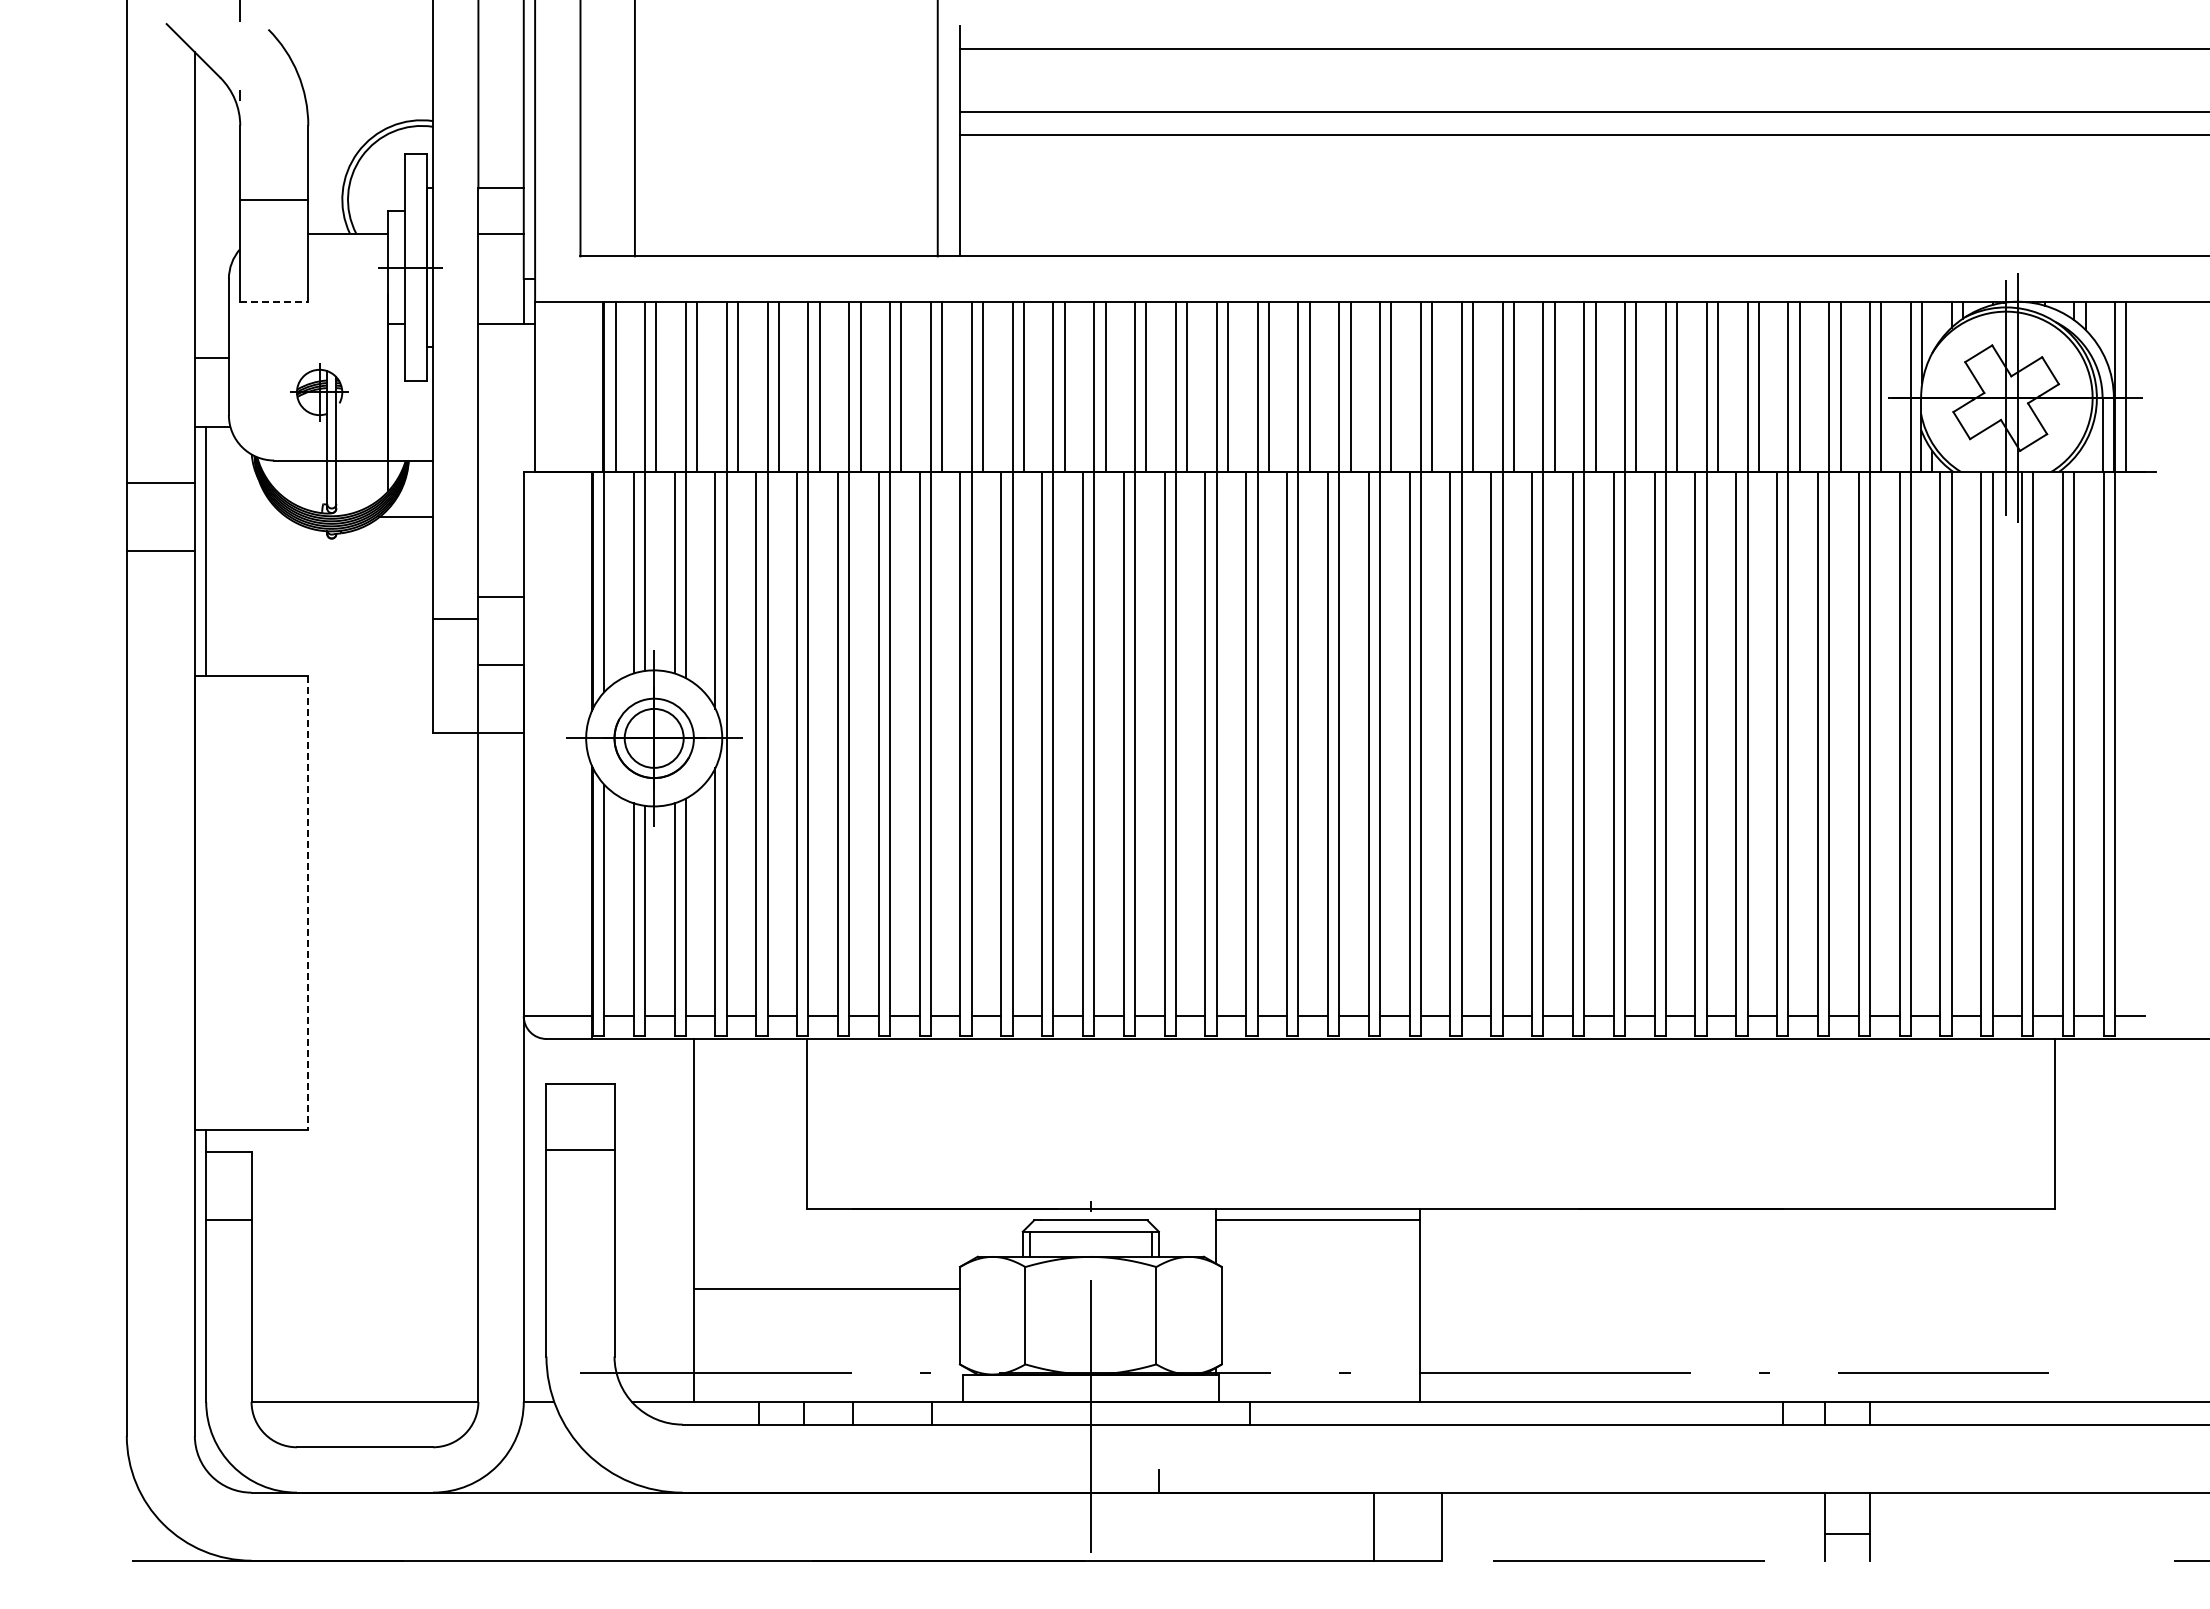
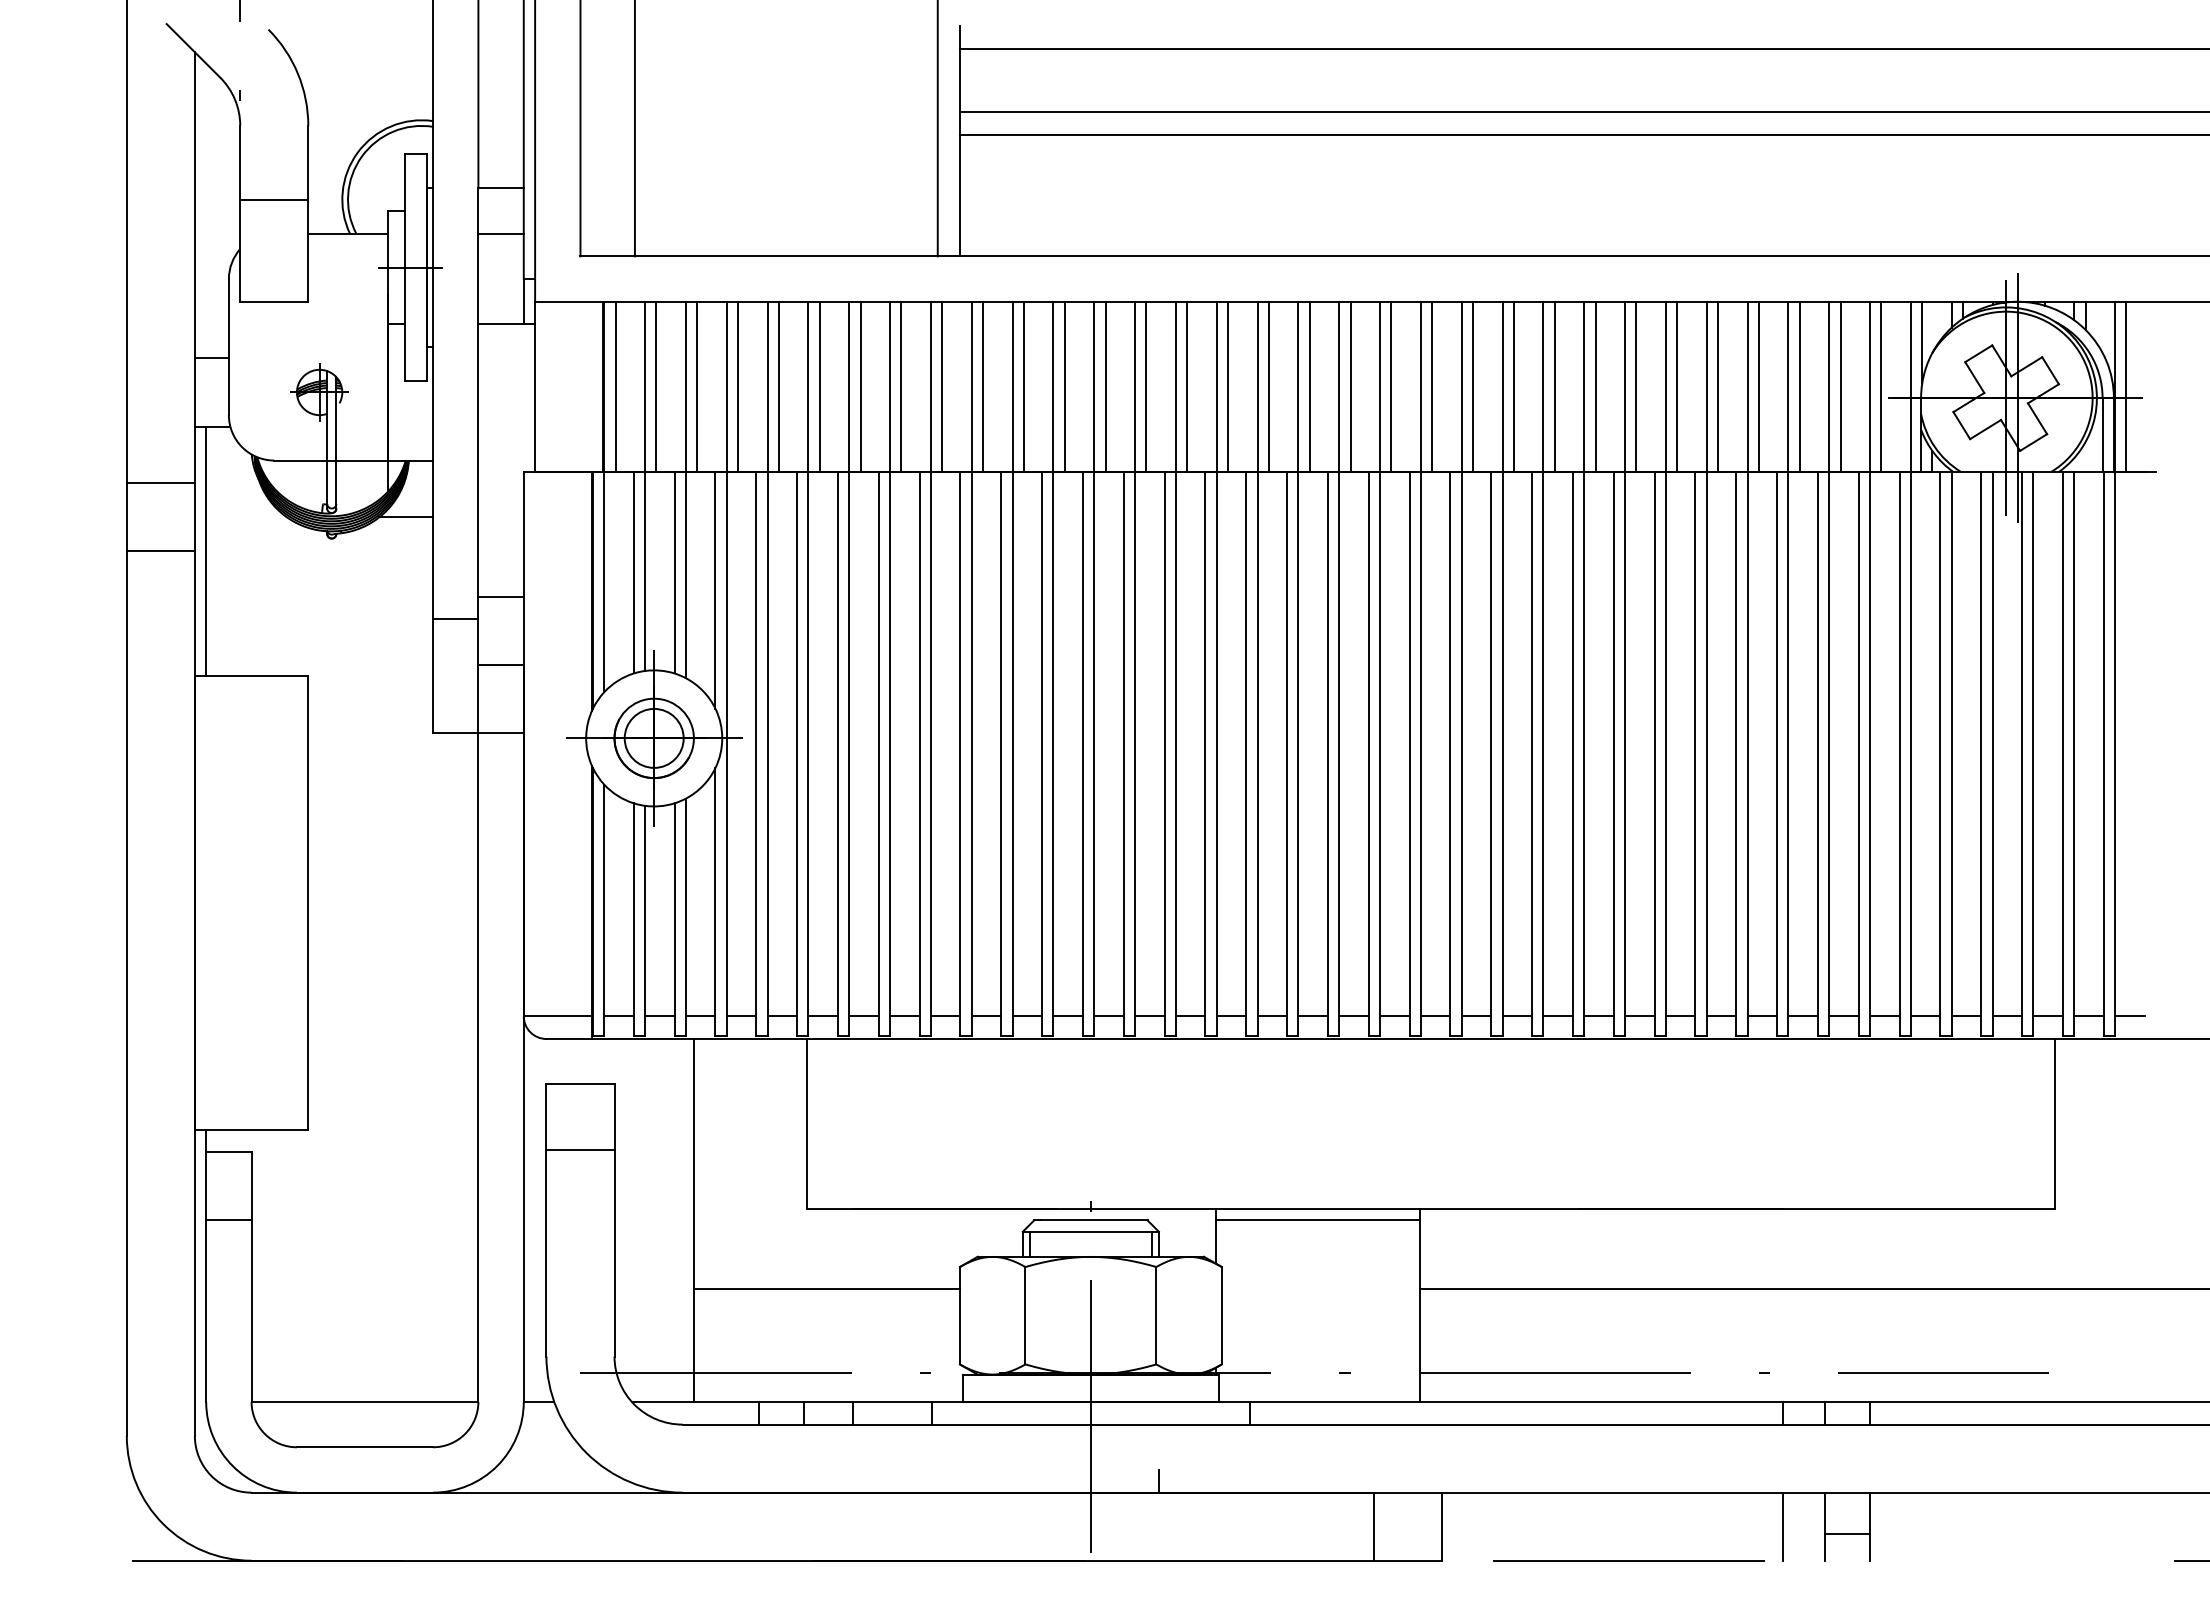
line at (274, 301): dashed -> solid
line at (308, 902): dashed -> solid
line at (1812, 1288): none -> present
line at (1782, 1526): none -> present
